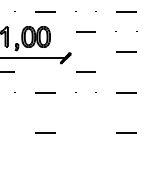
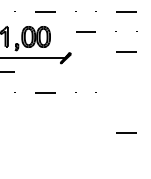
line at (85, 71): present -> none
line at (126, 92): present -> none
line at (45, 132): present -> none
